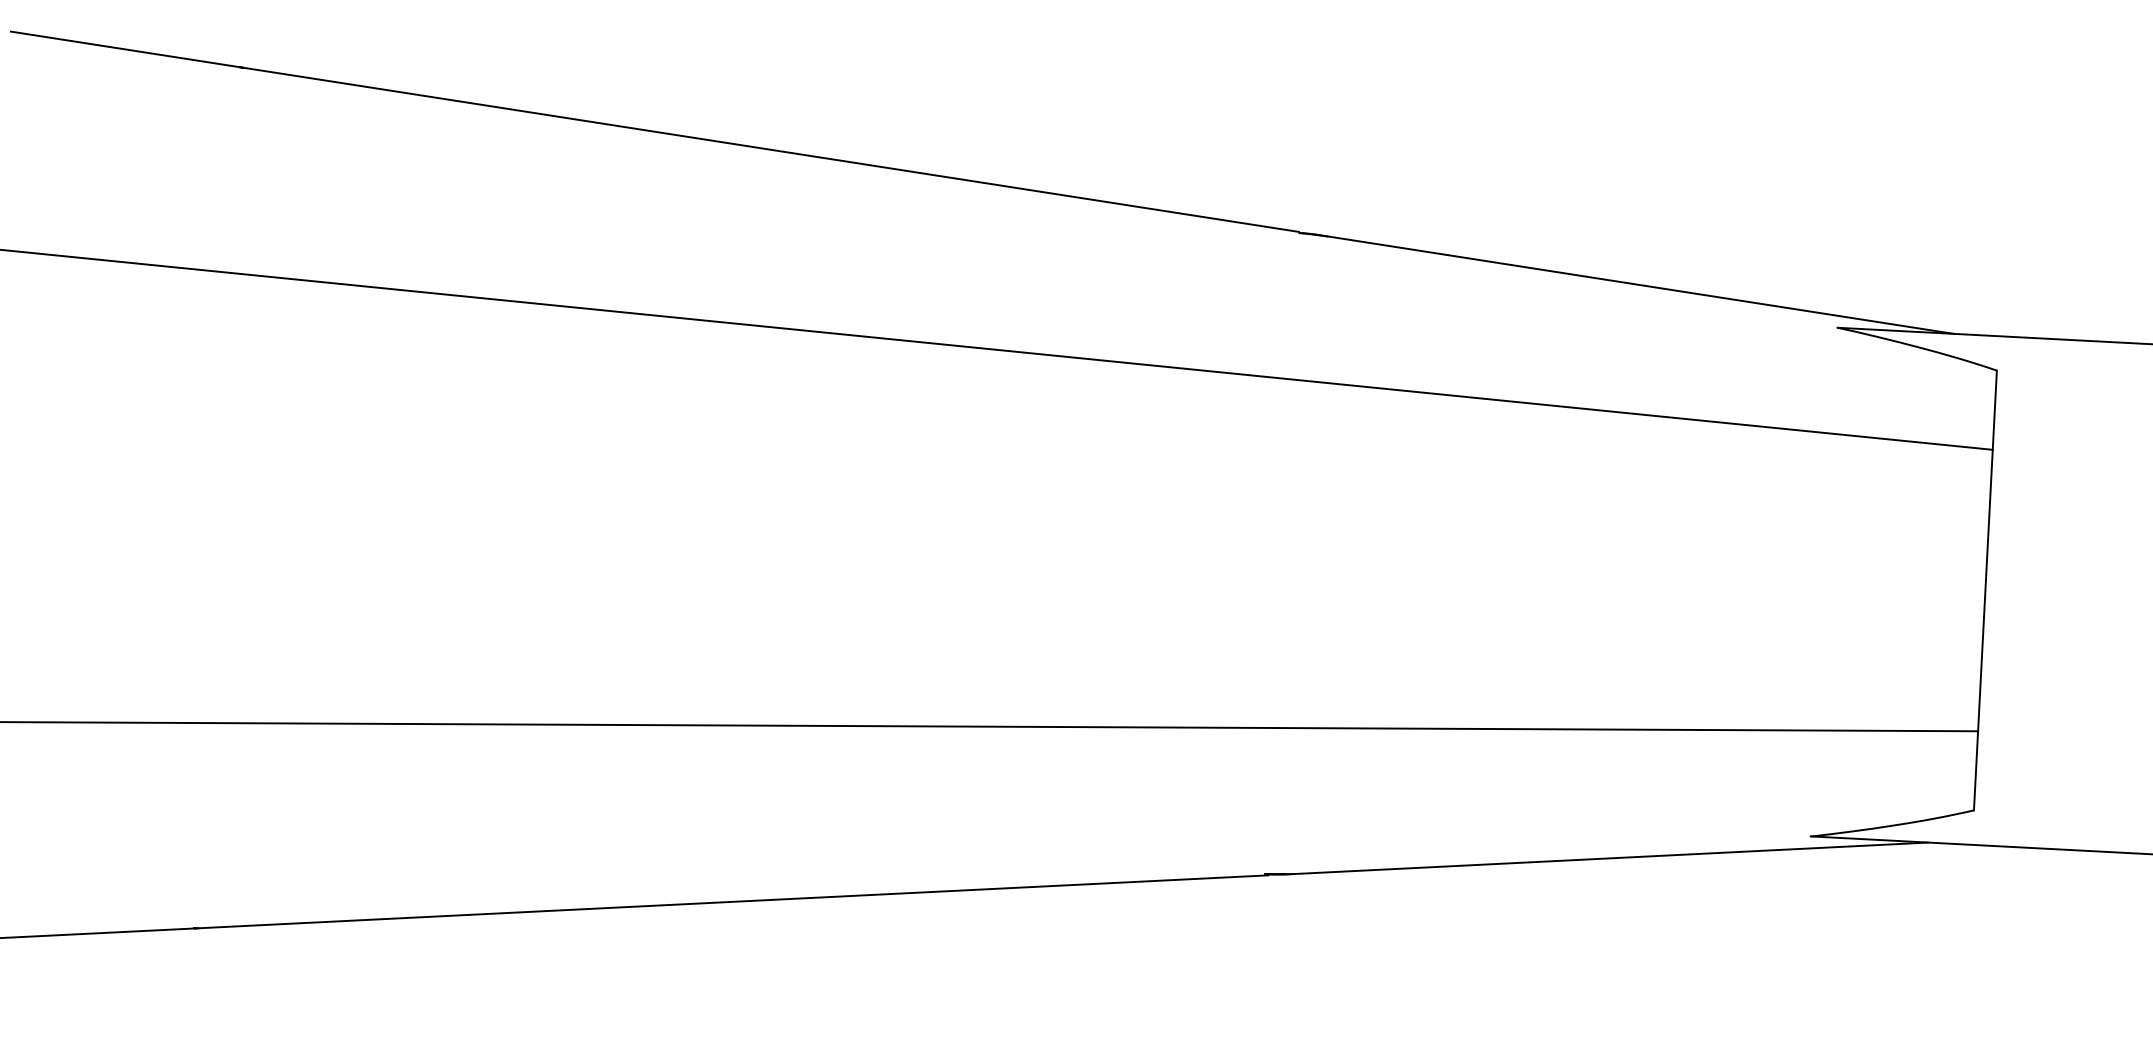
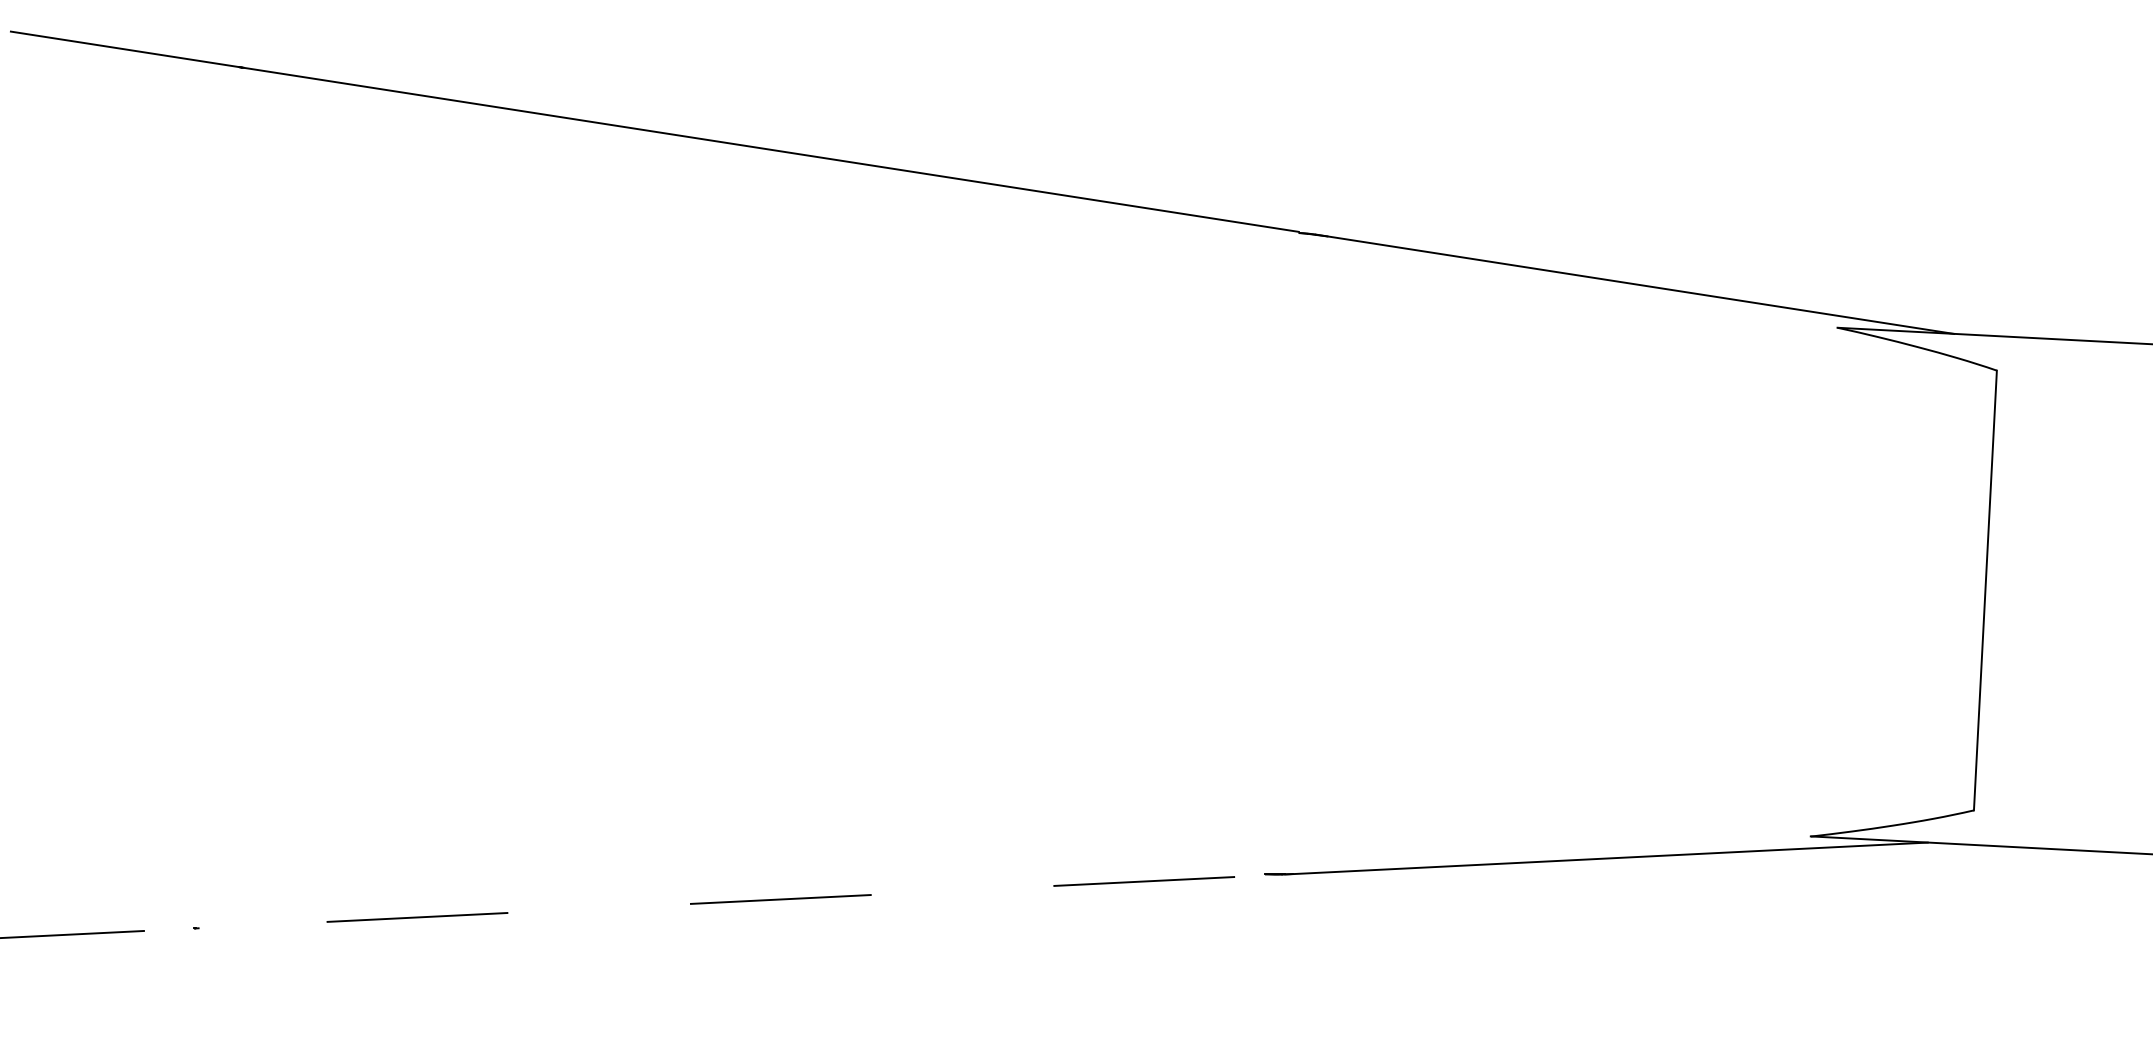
line at (997, 349): present -> none
line at (990, 726): present -> none
line at (634, 906): solid -> dashed
